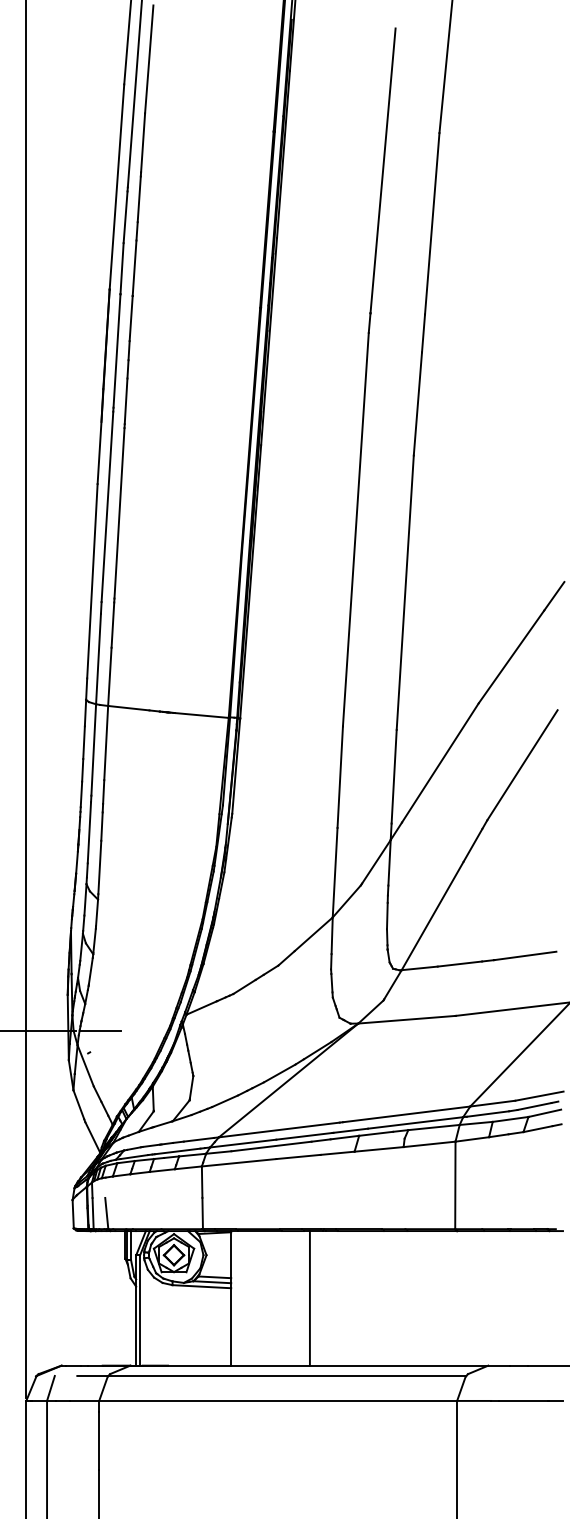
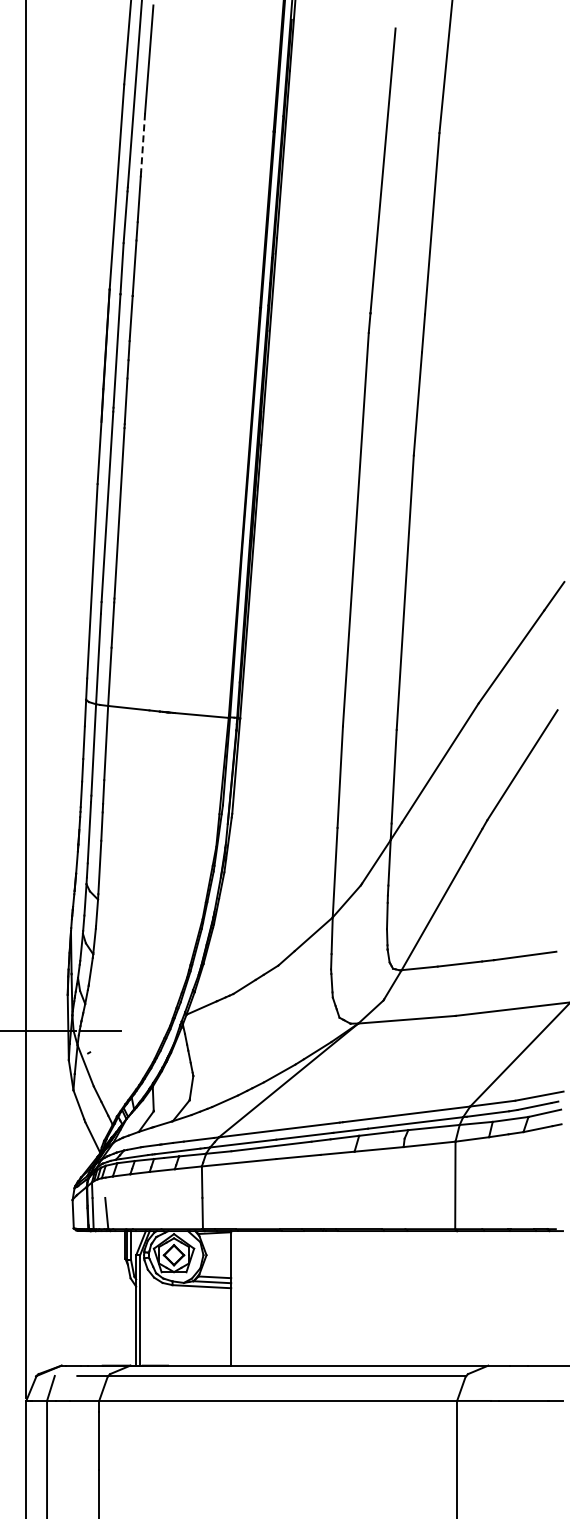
line at (143, 142): solid -> dashed
line at (309, 1298): present -> none
